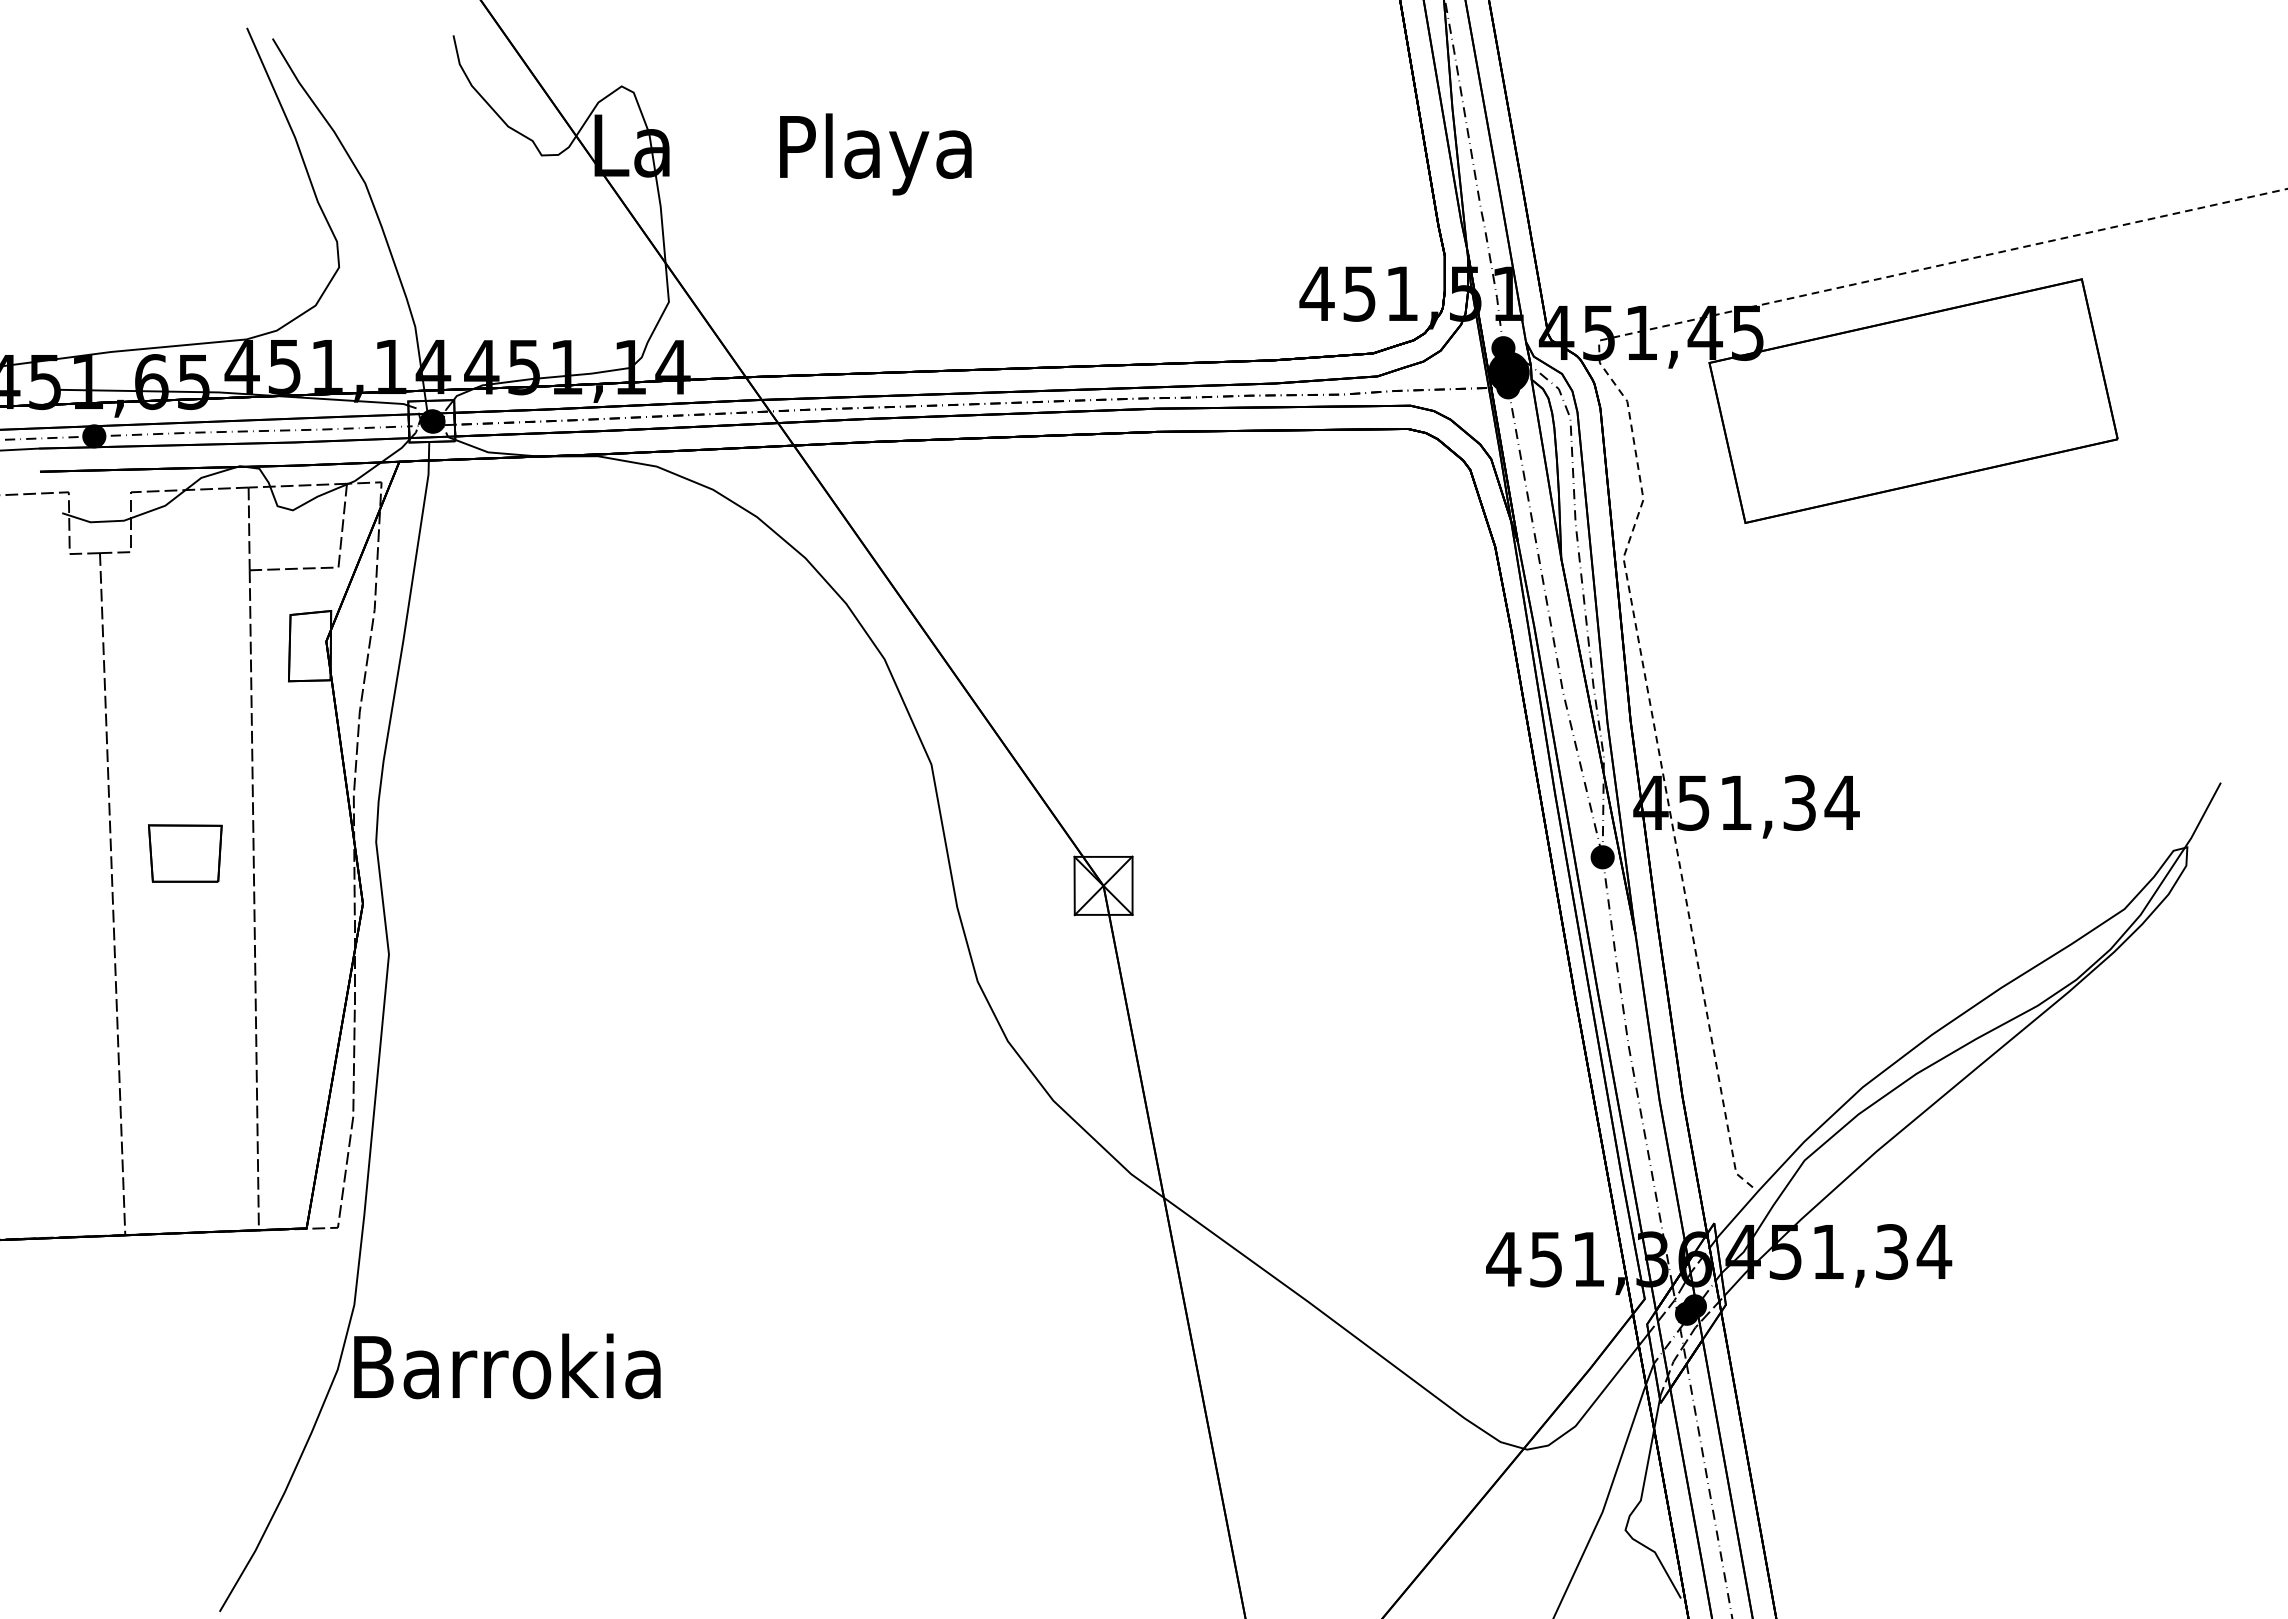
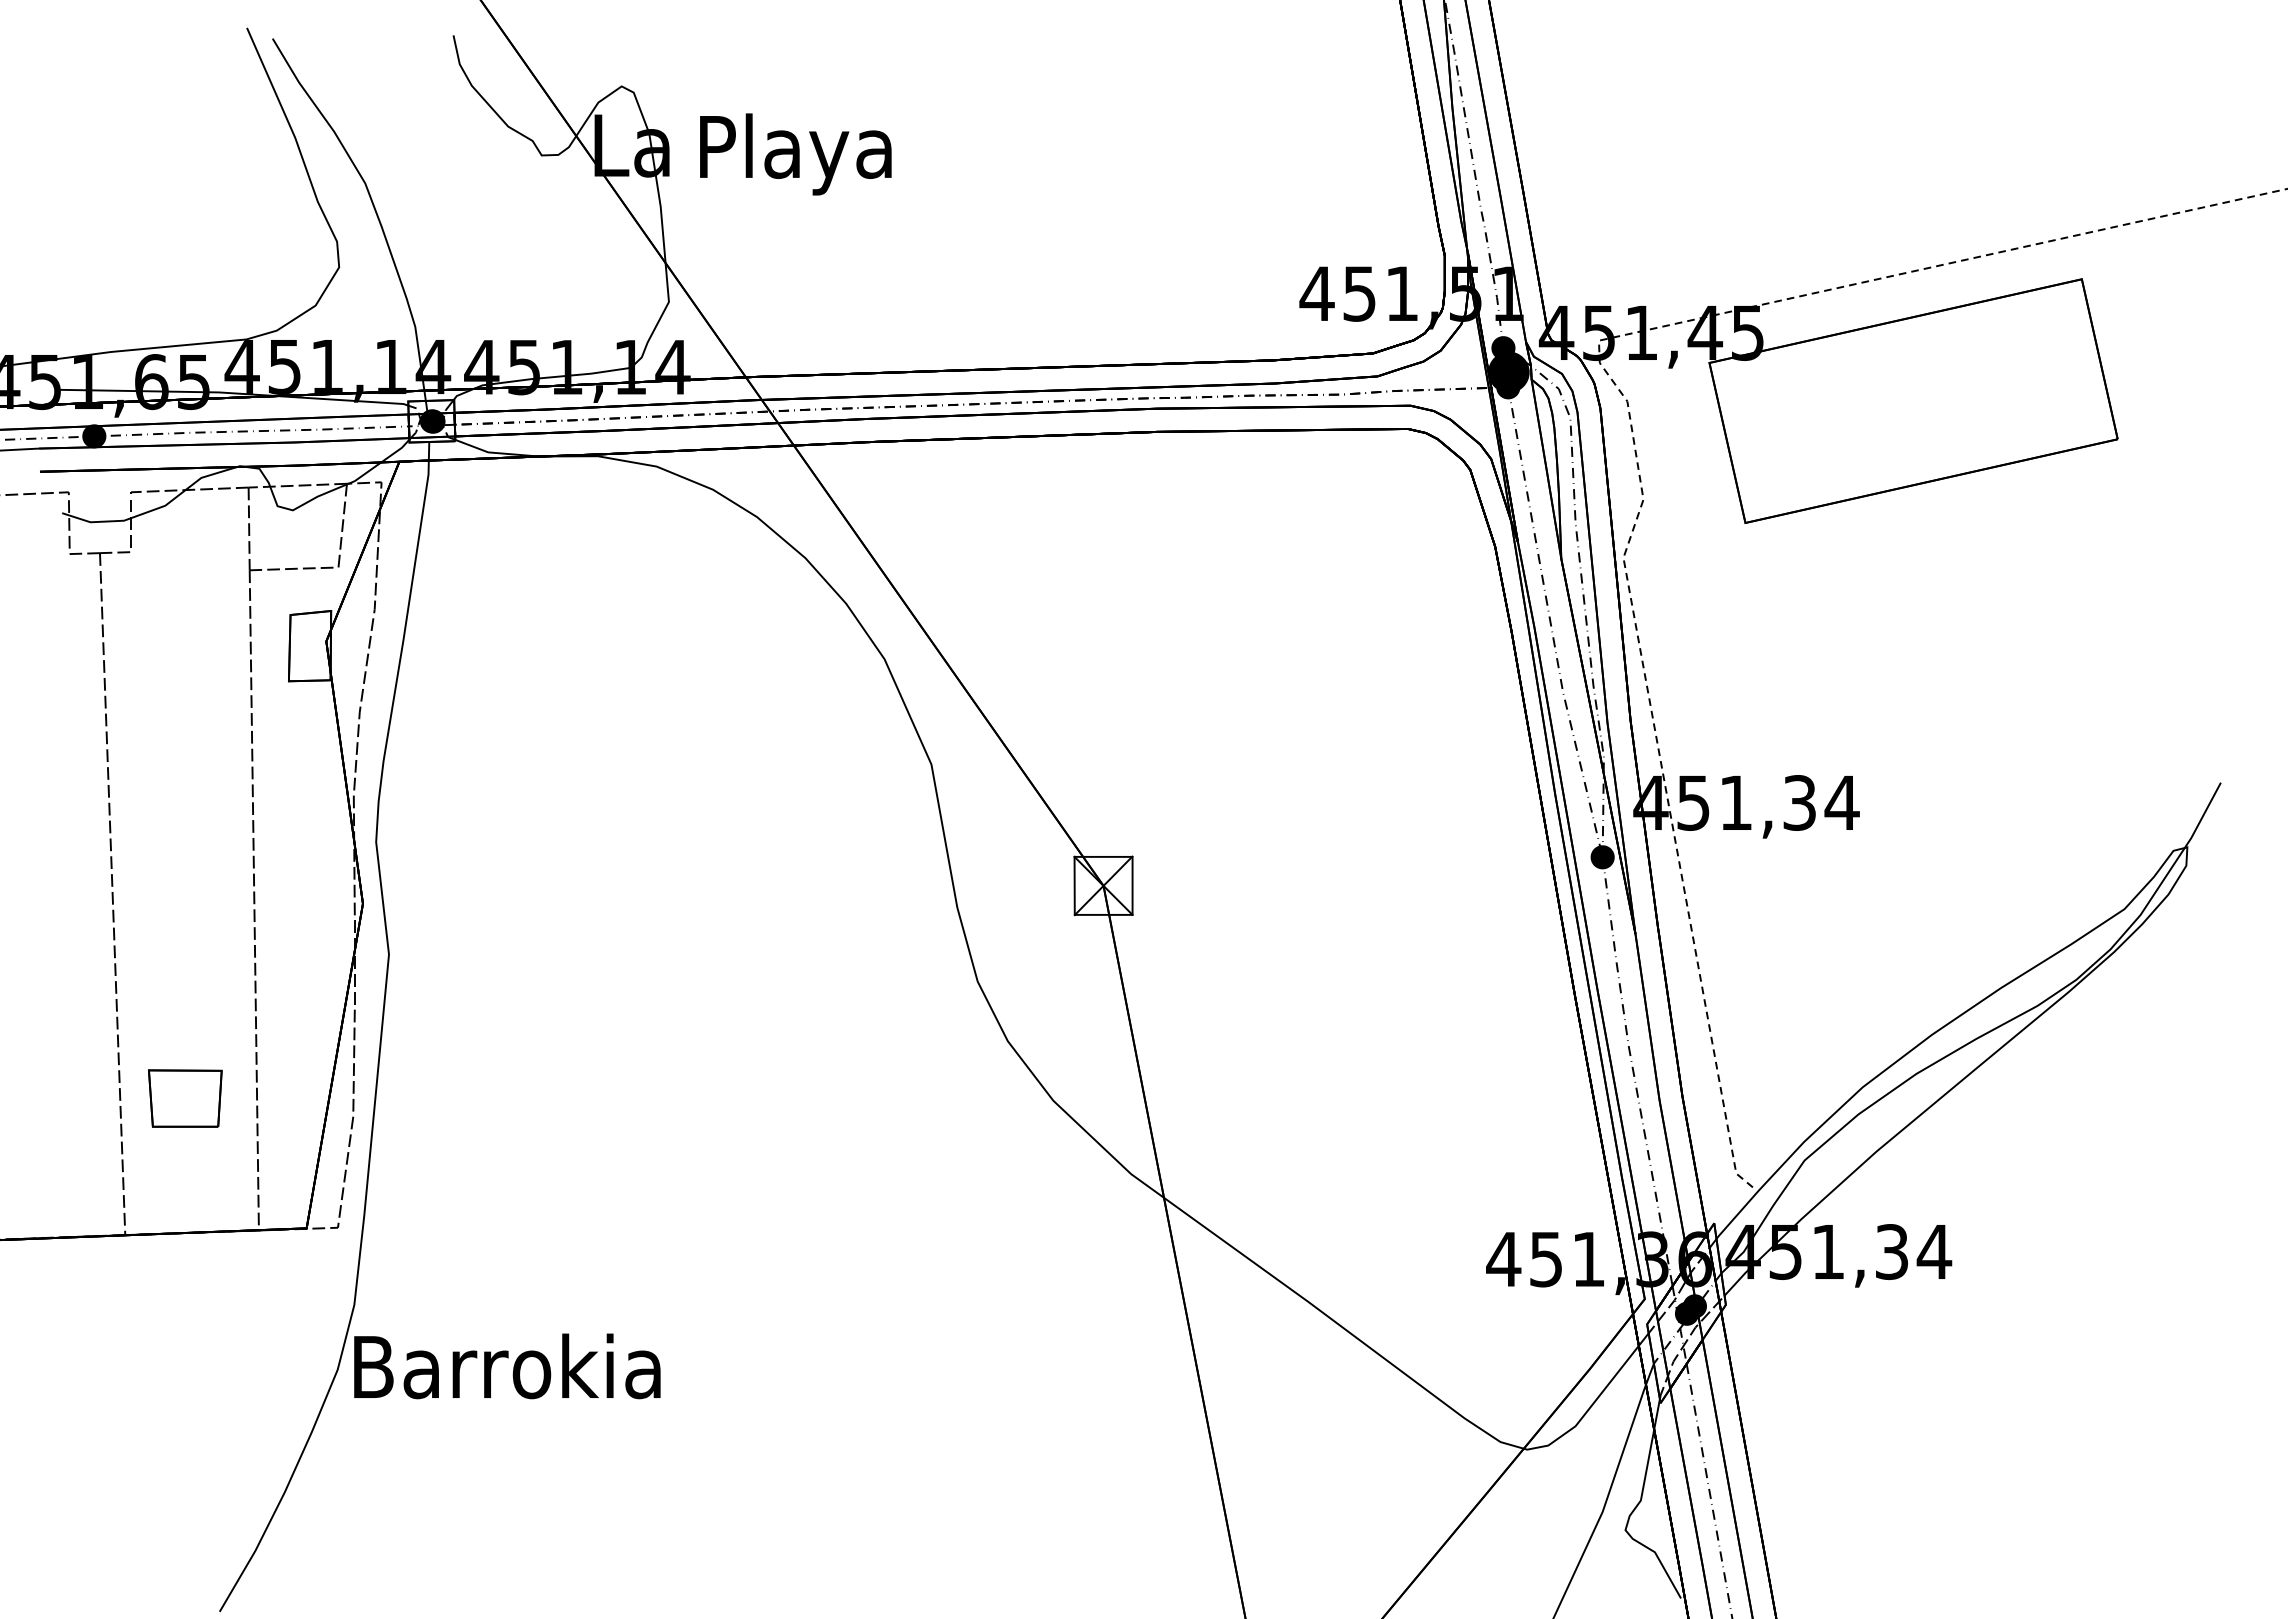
text at (875, 154) position: (875, 154) -> (795, 154)
part at (185, 853) position: (185, 853) -> (185, 1098)
